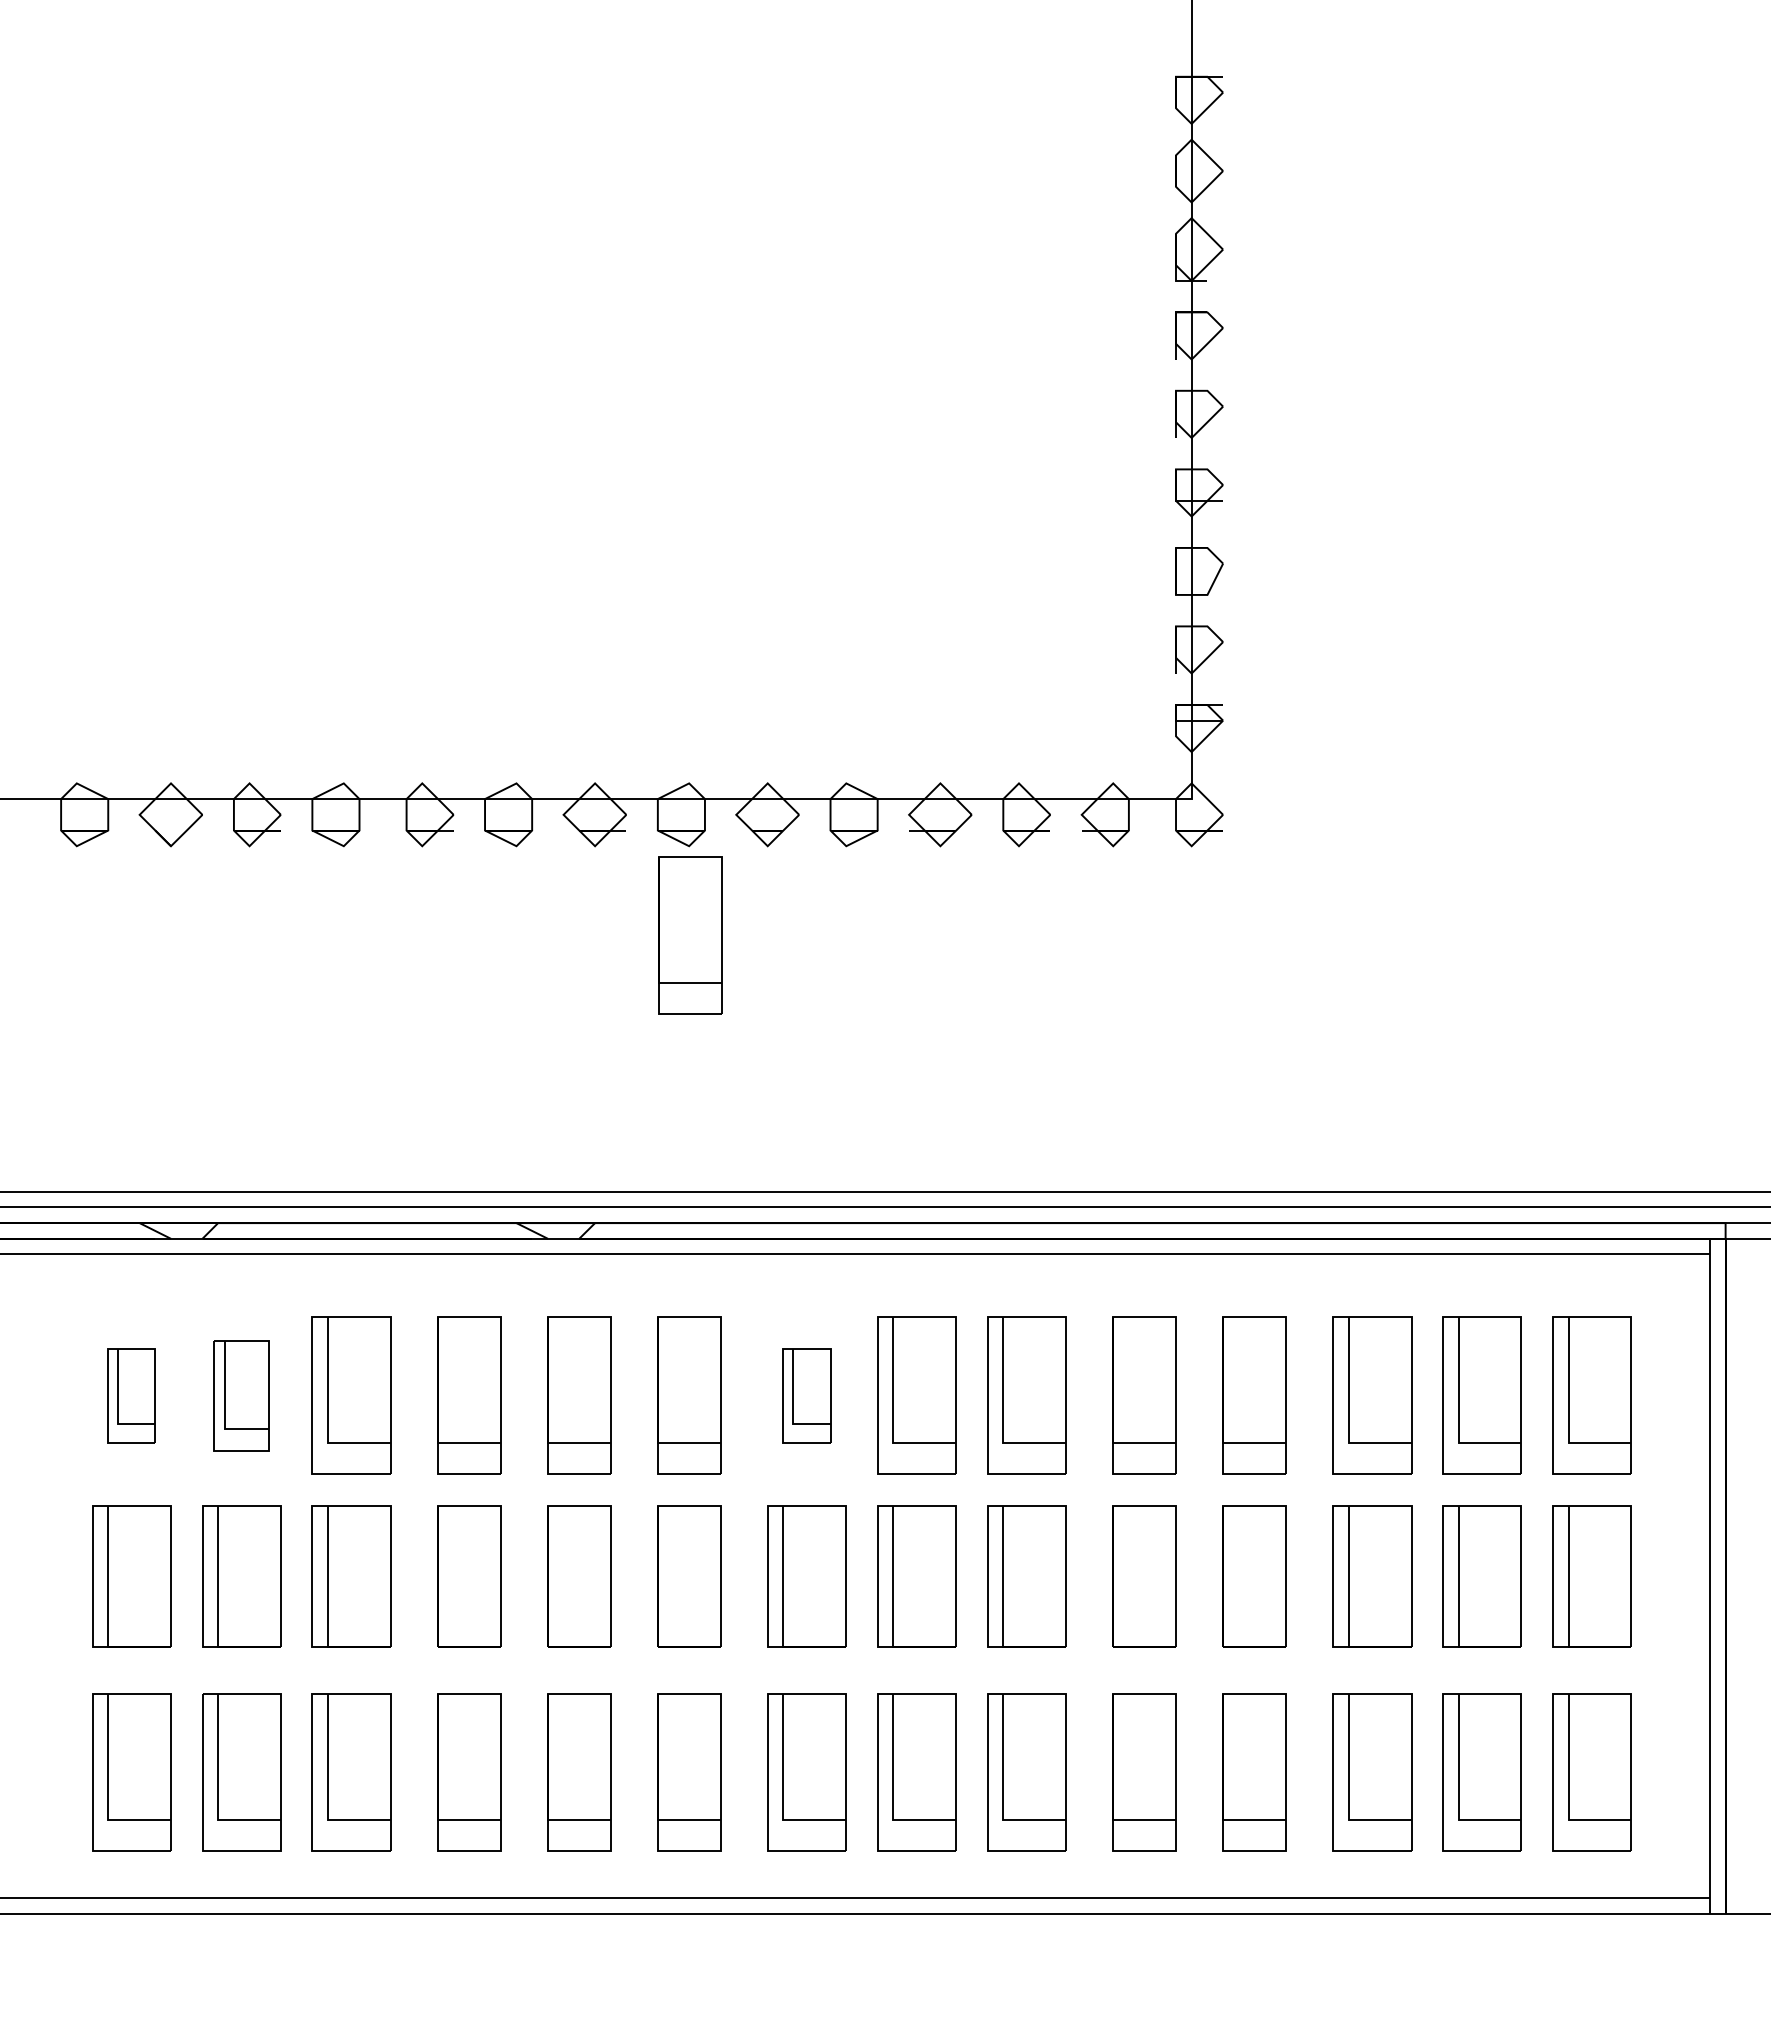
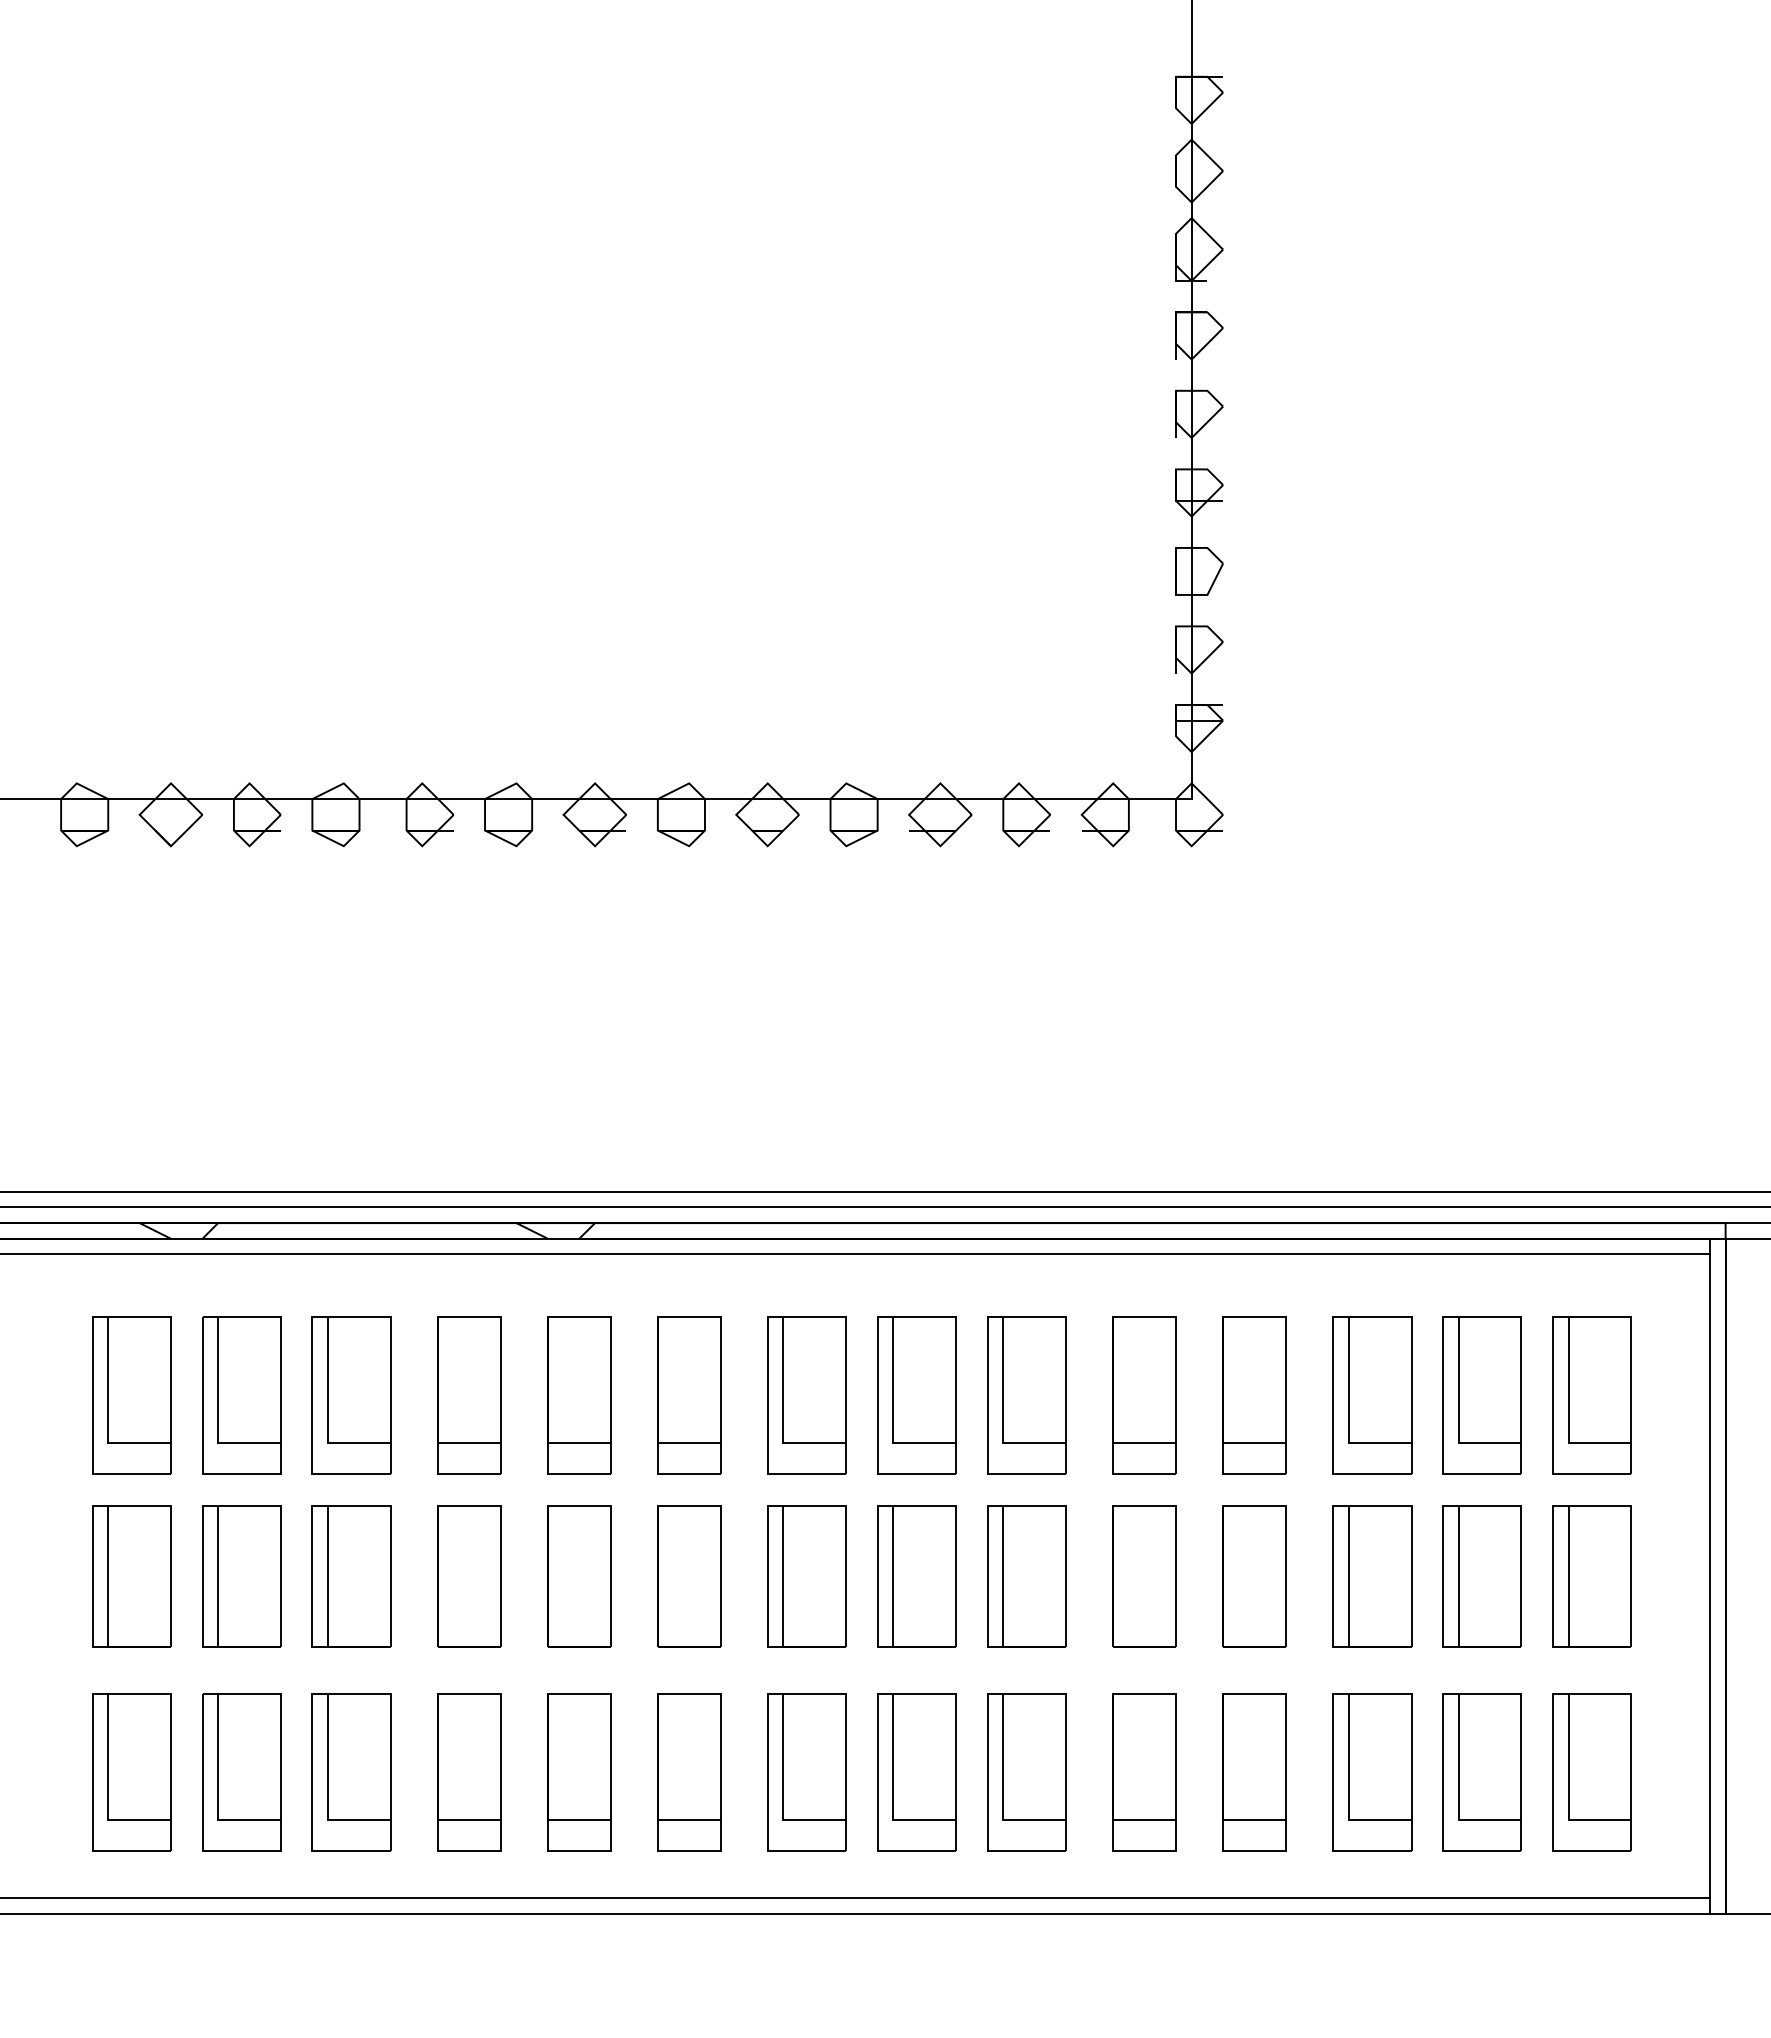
part at (690, 935): present -> none
part at (131, 1395) size: 49x96 px -> 80x159 px
part at (241, 1395) size: 57x112 px -> 80x159 px
part at (806, 1395) size: 50x96 px -> 80x159 px
